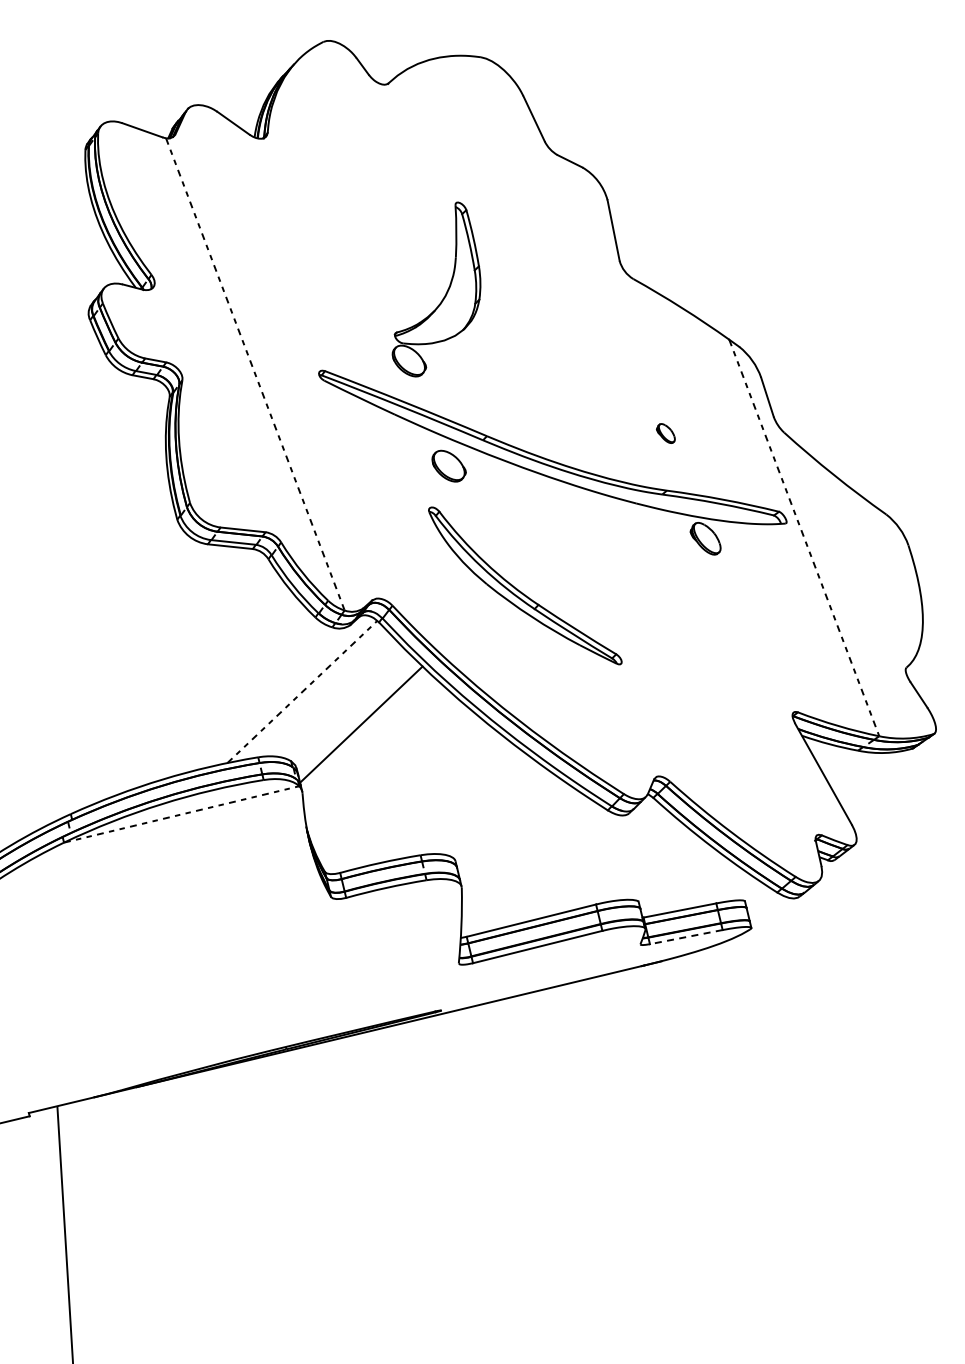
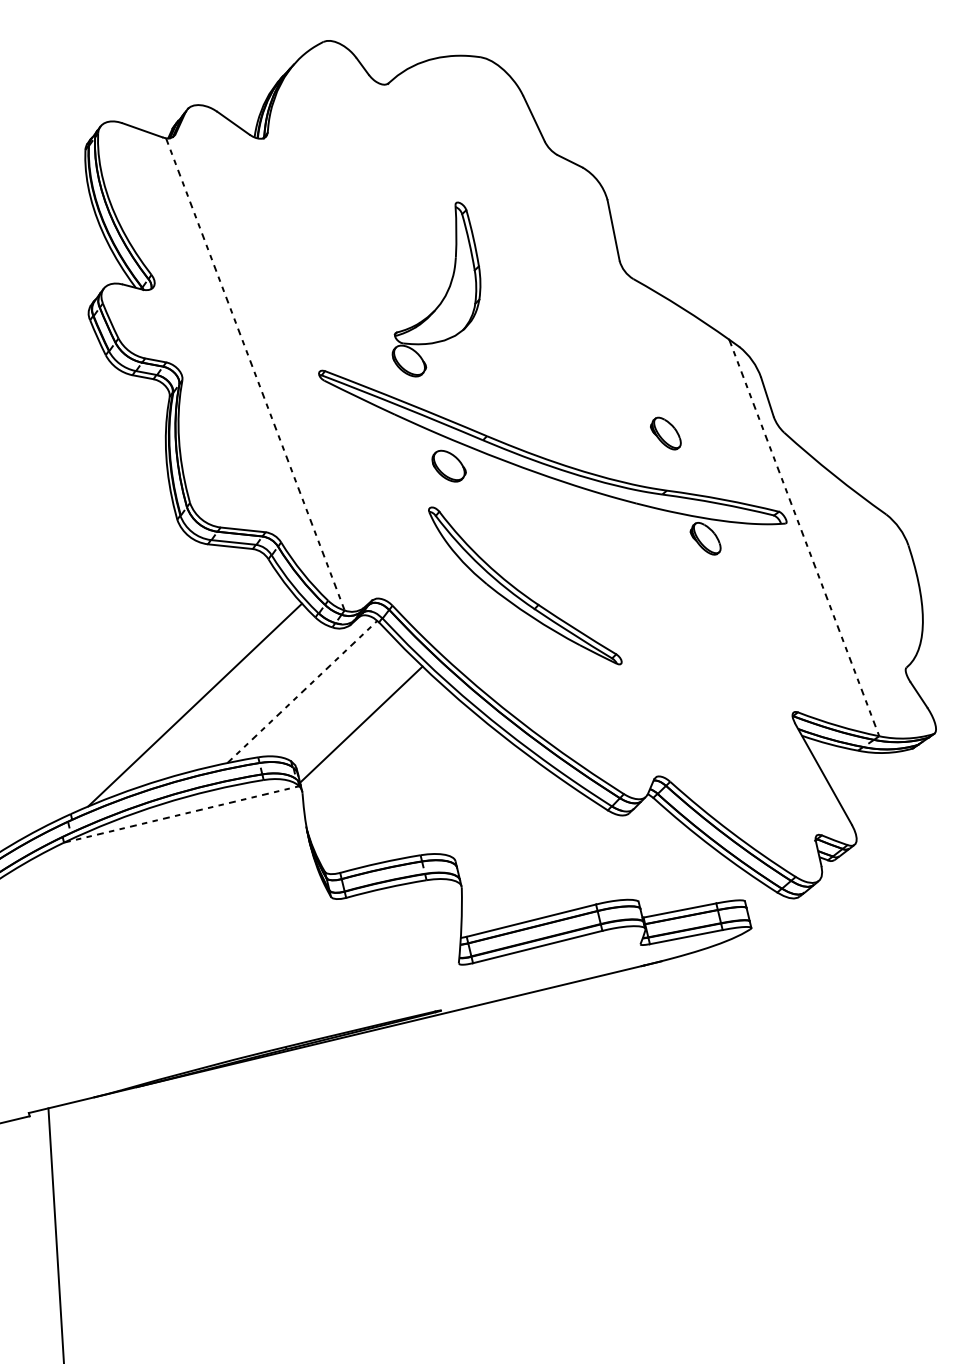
part at (665, 433) size: 20x21 px -> 32x35 px
line at (195, 704): none -> present
line at (685, 937): dashed -> solid
line at (64, 1233) position: (64, 1233) -> (55, 1234)
